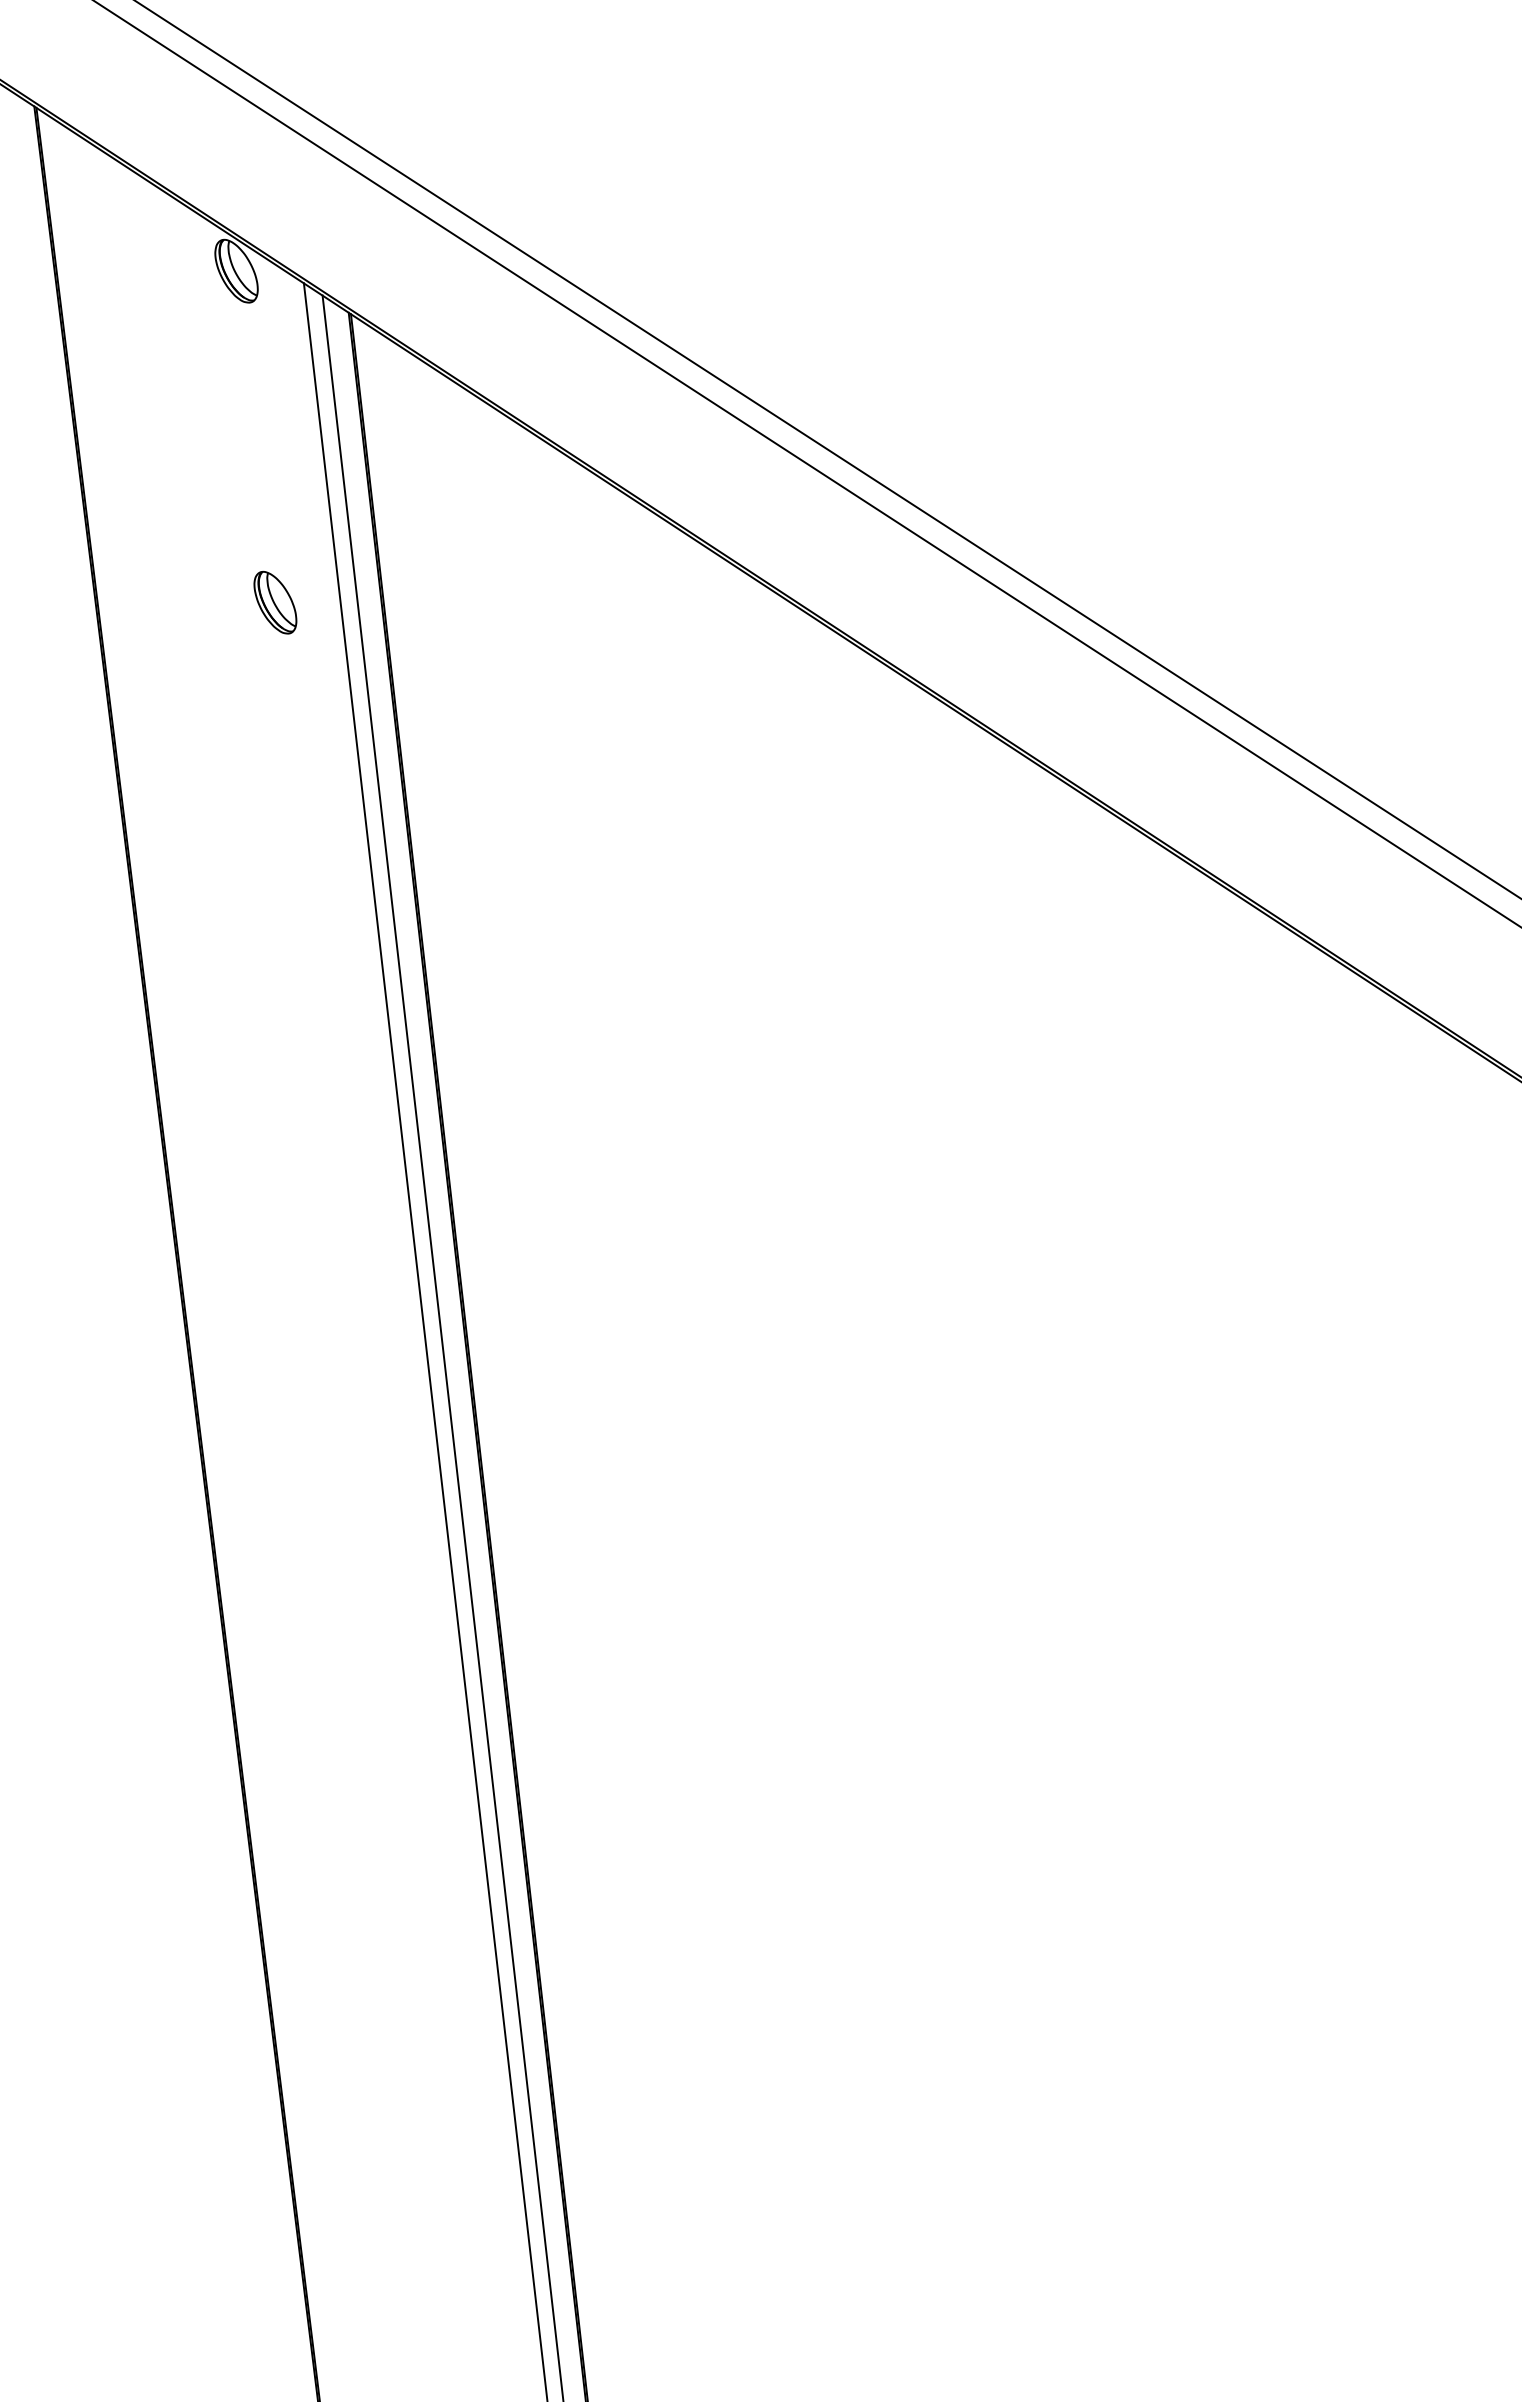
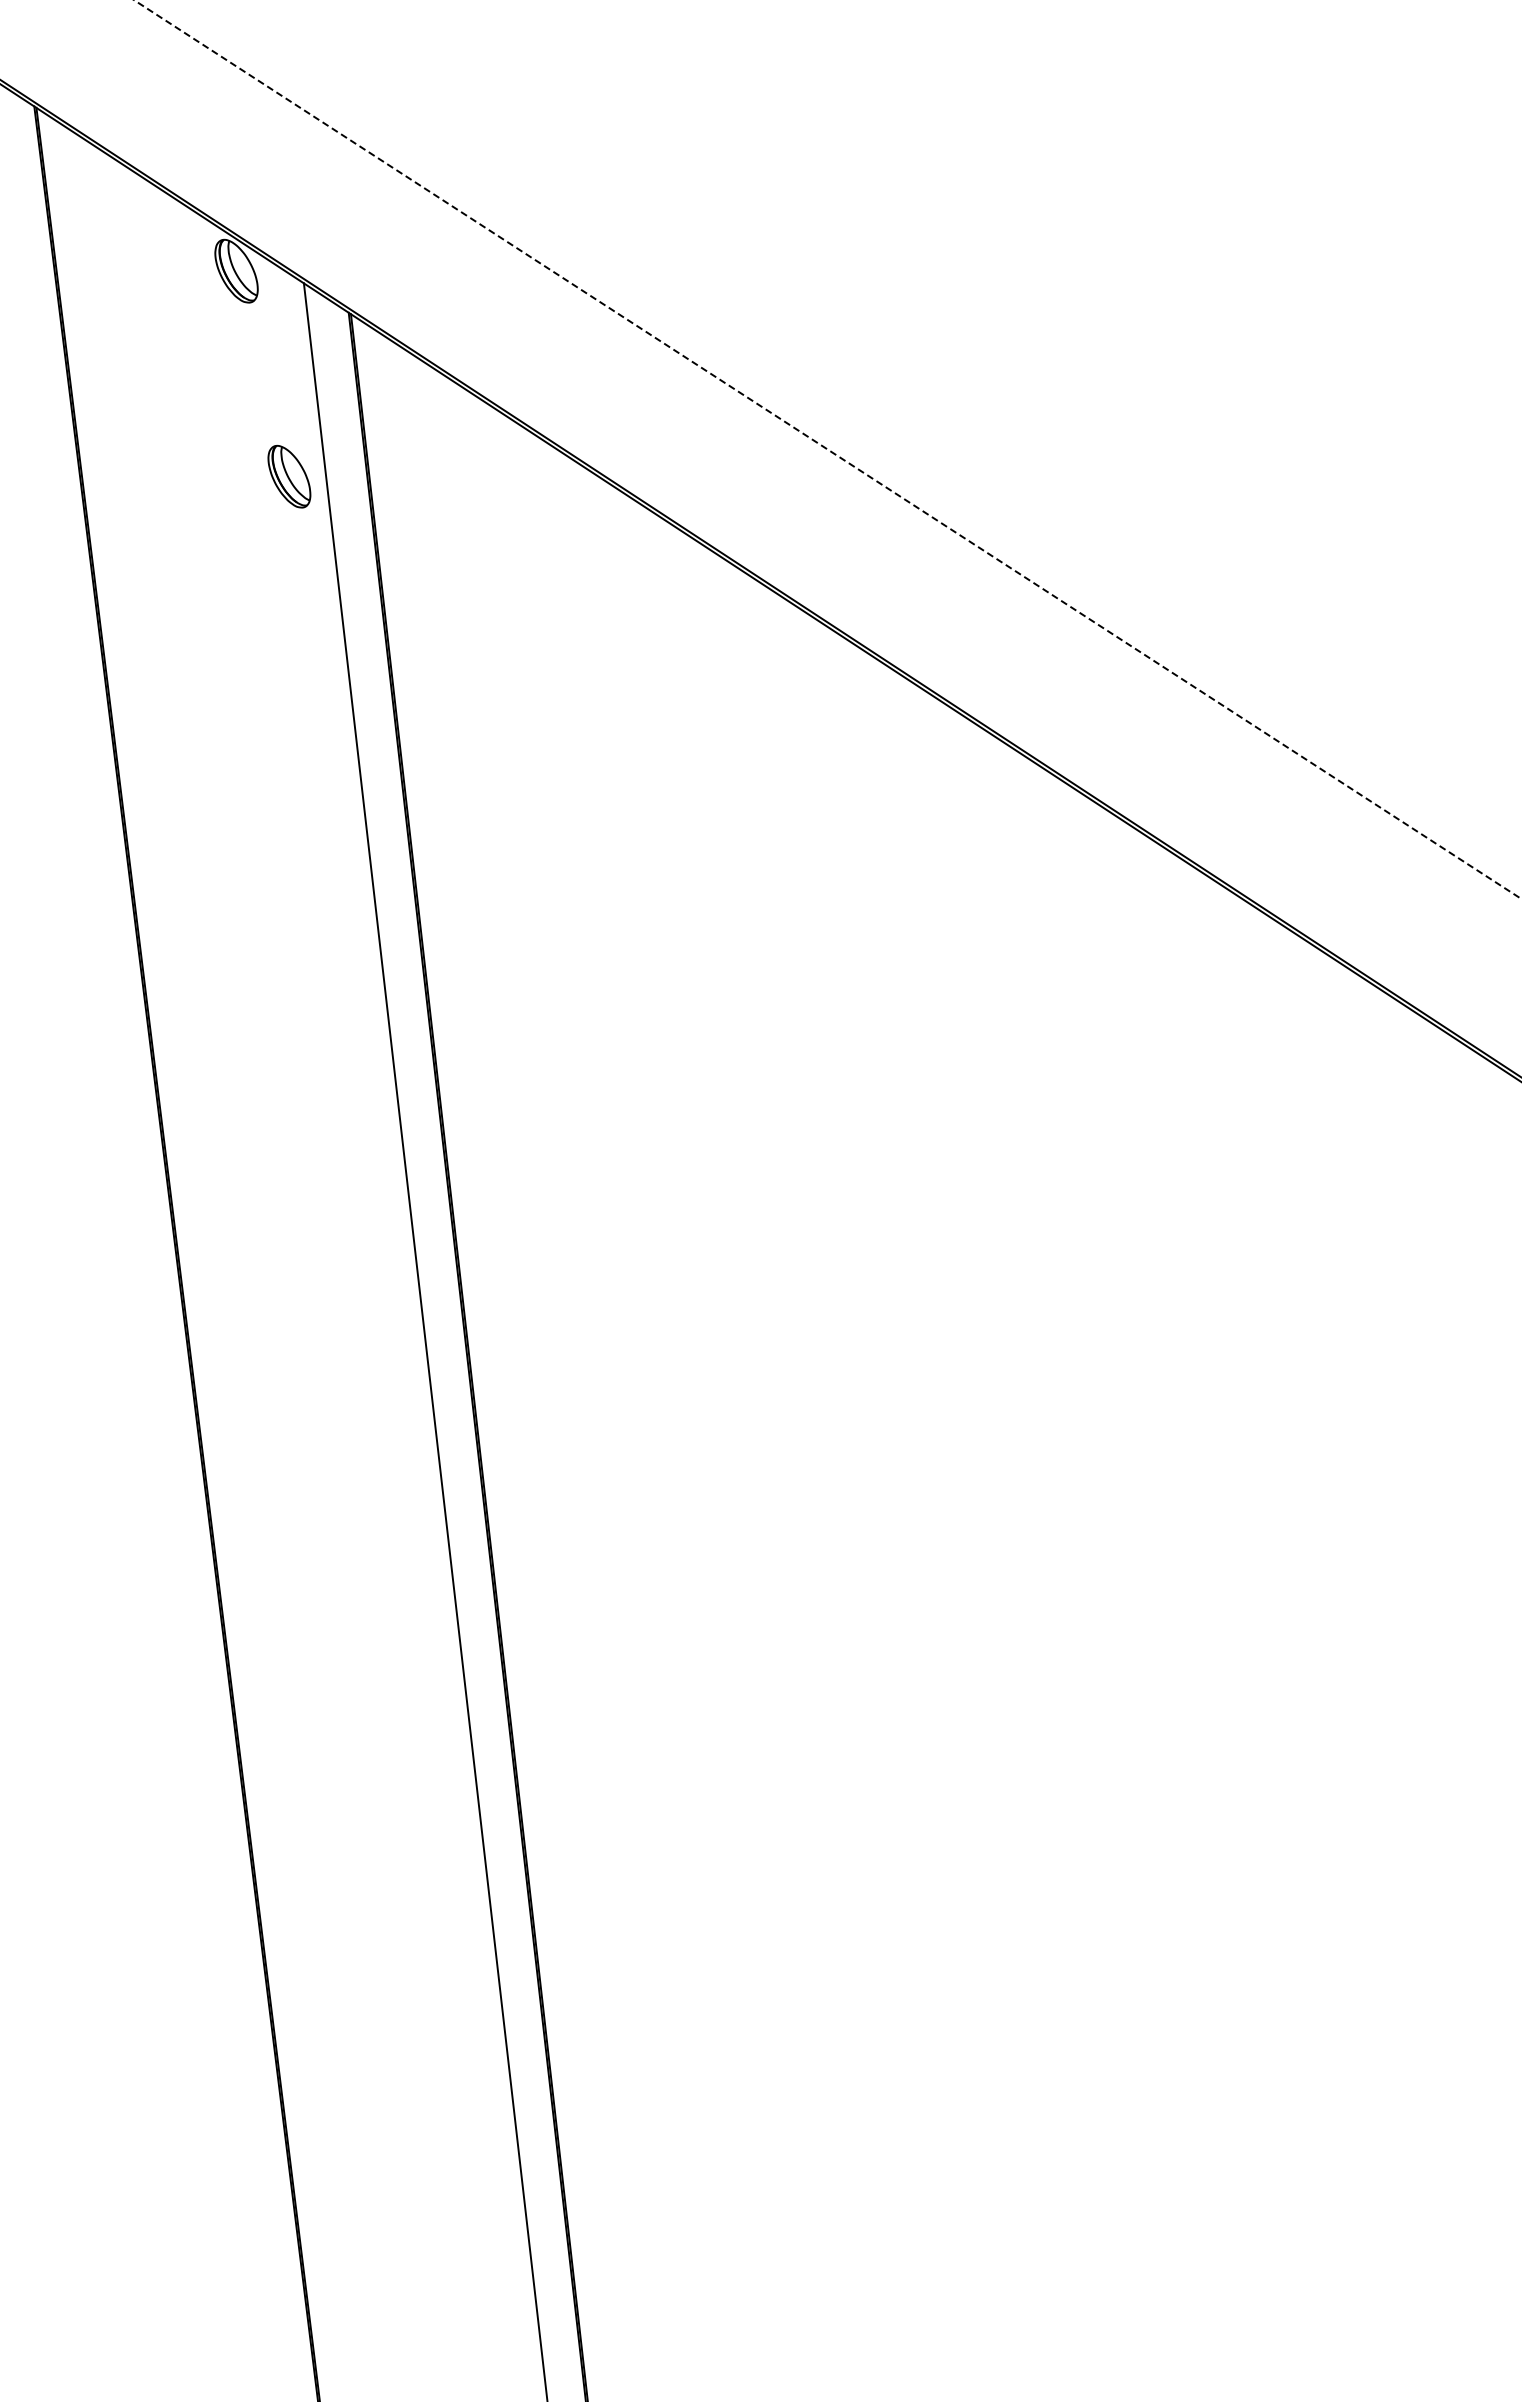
line at (828, 450): solid -> dashed
line at (807, 463): present -> none
part at (275, 602) position: (275, 602) -> (289, 476)
line at (442, 1346): present -> none
